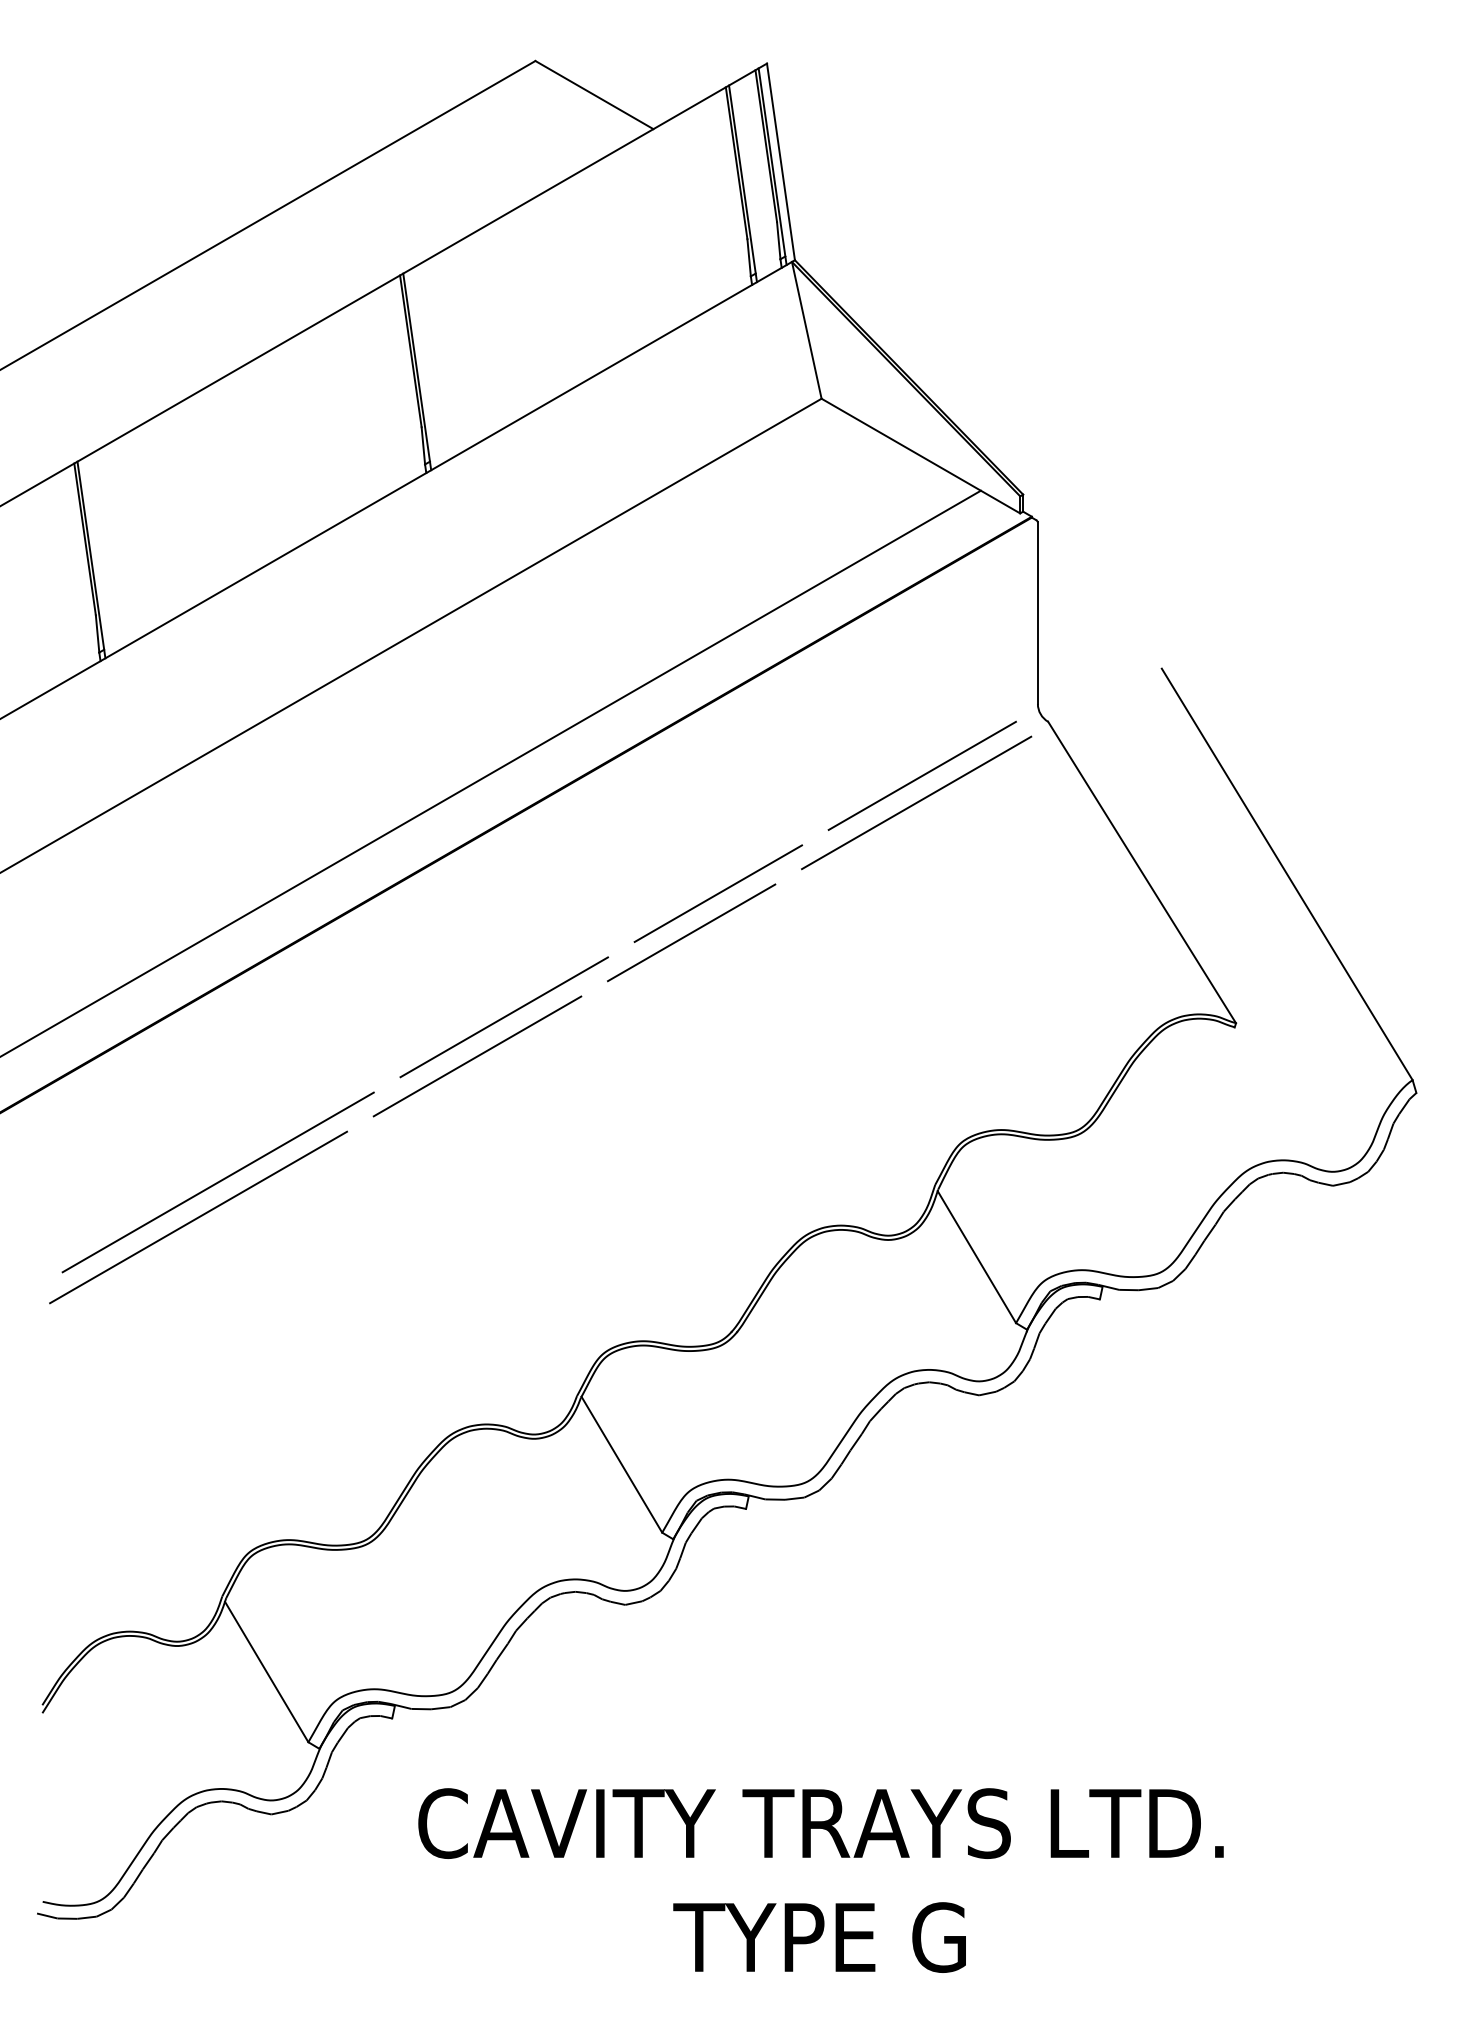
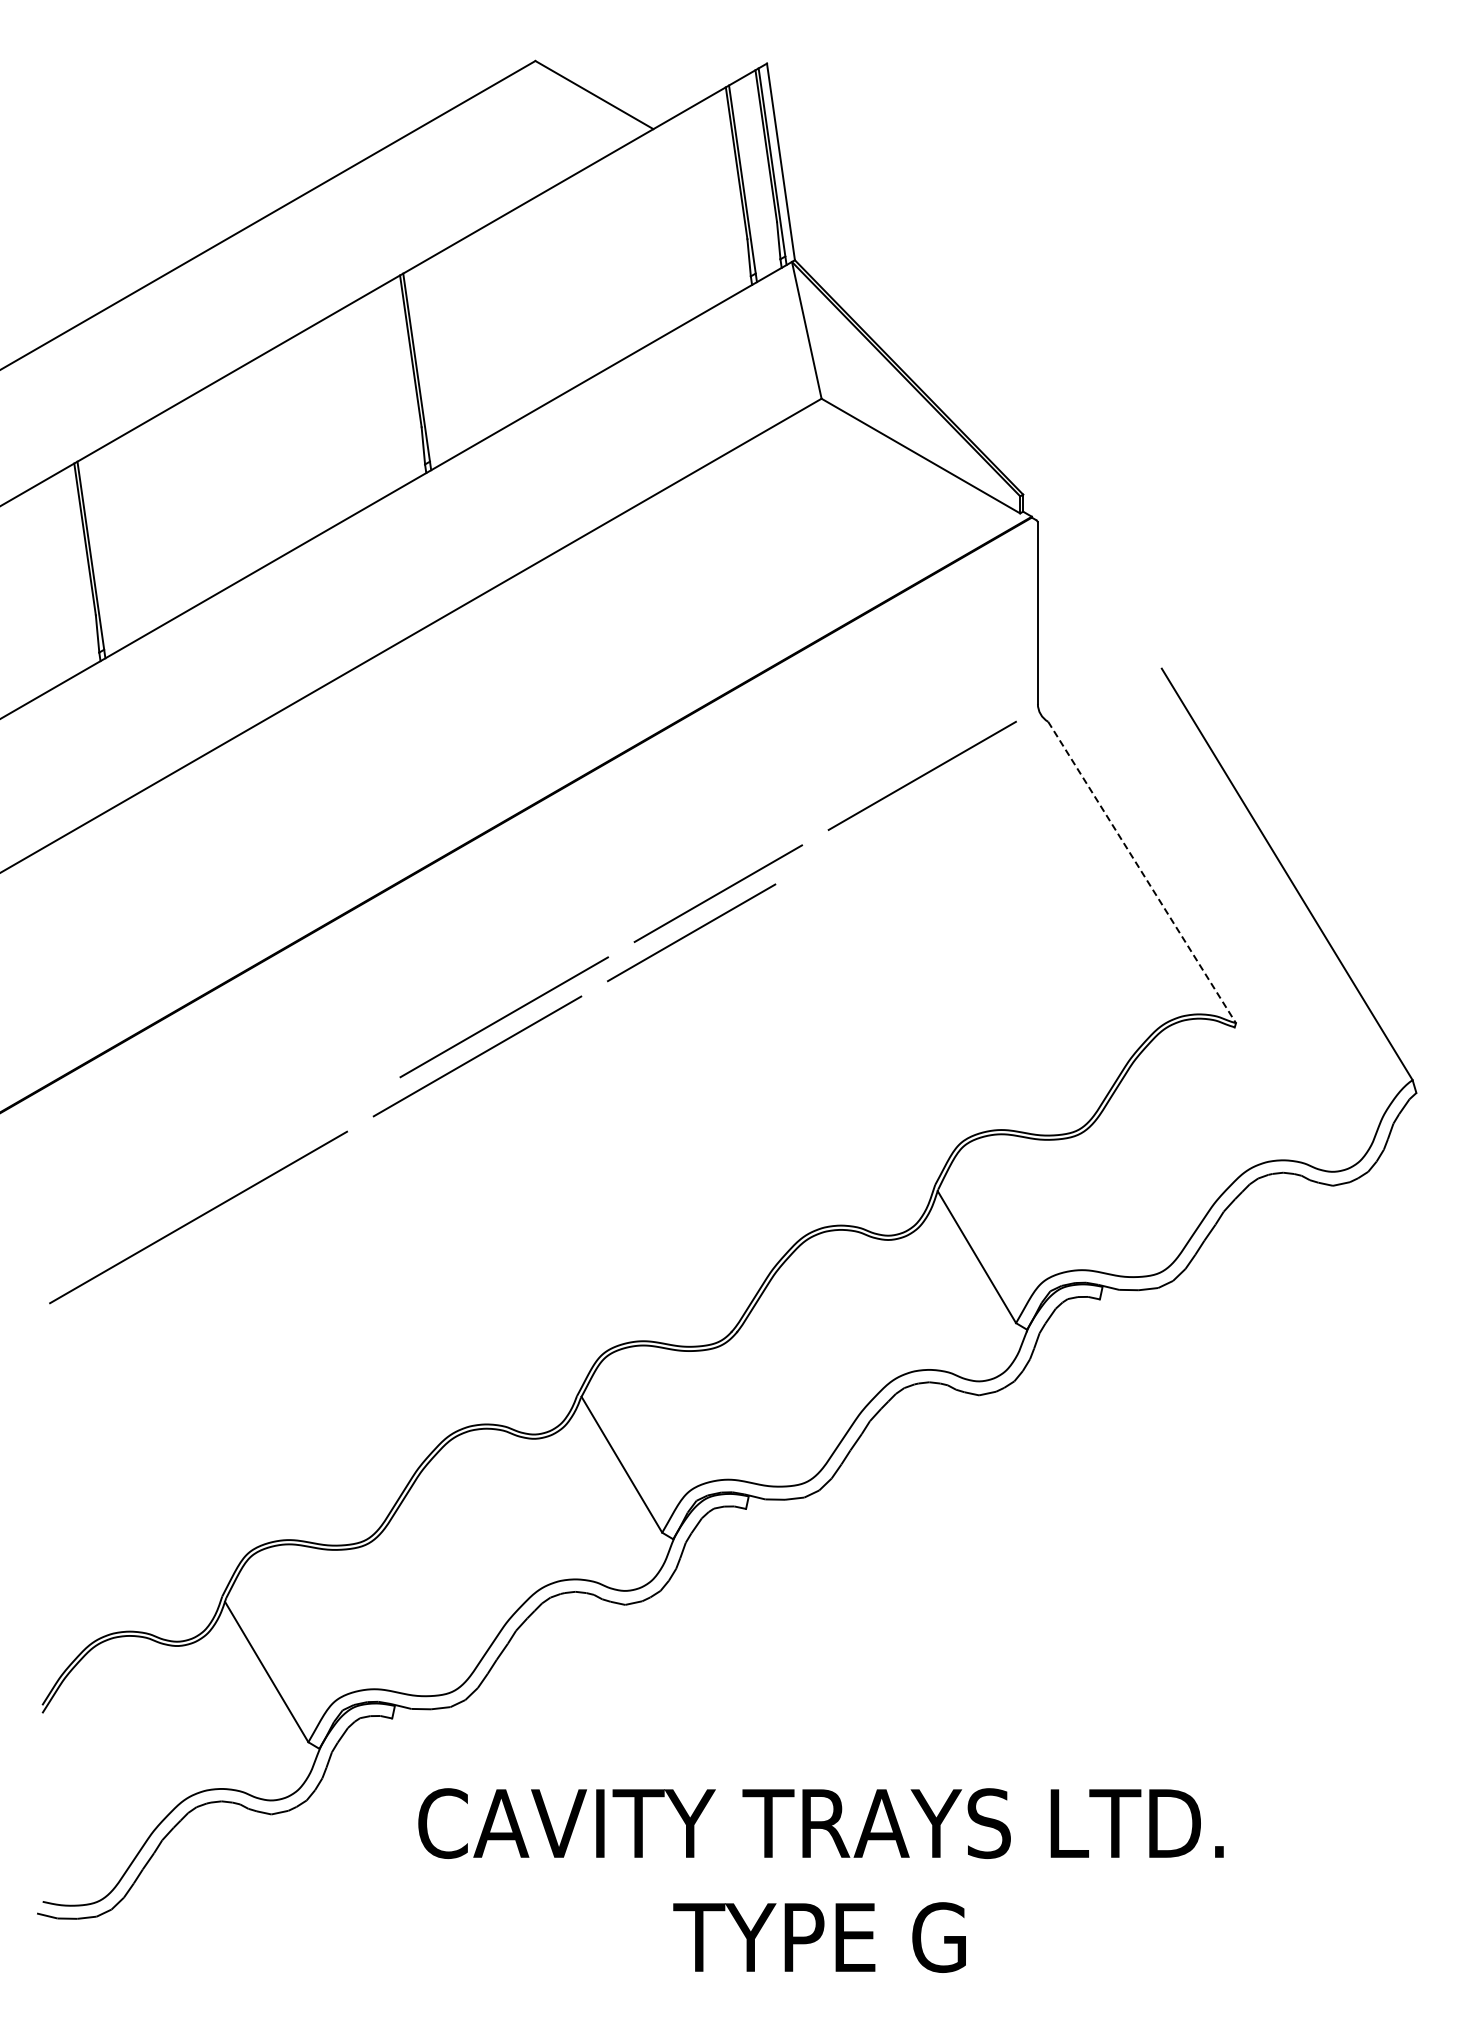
line at (491, 772): present -> none
line at (916, 802): present -> none
line at (1142, 872): solid -> dashed
line at (217, 1182): present -> none
